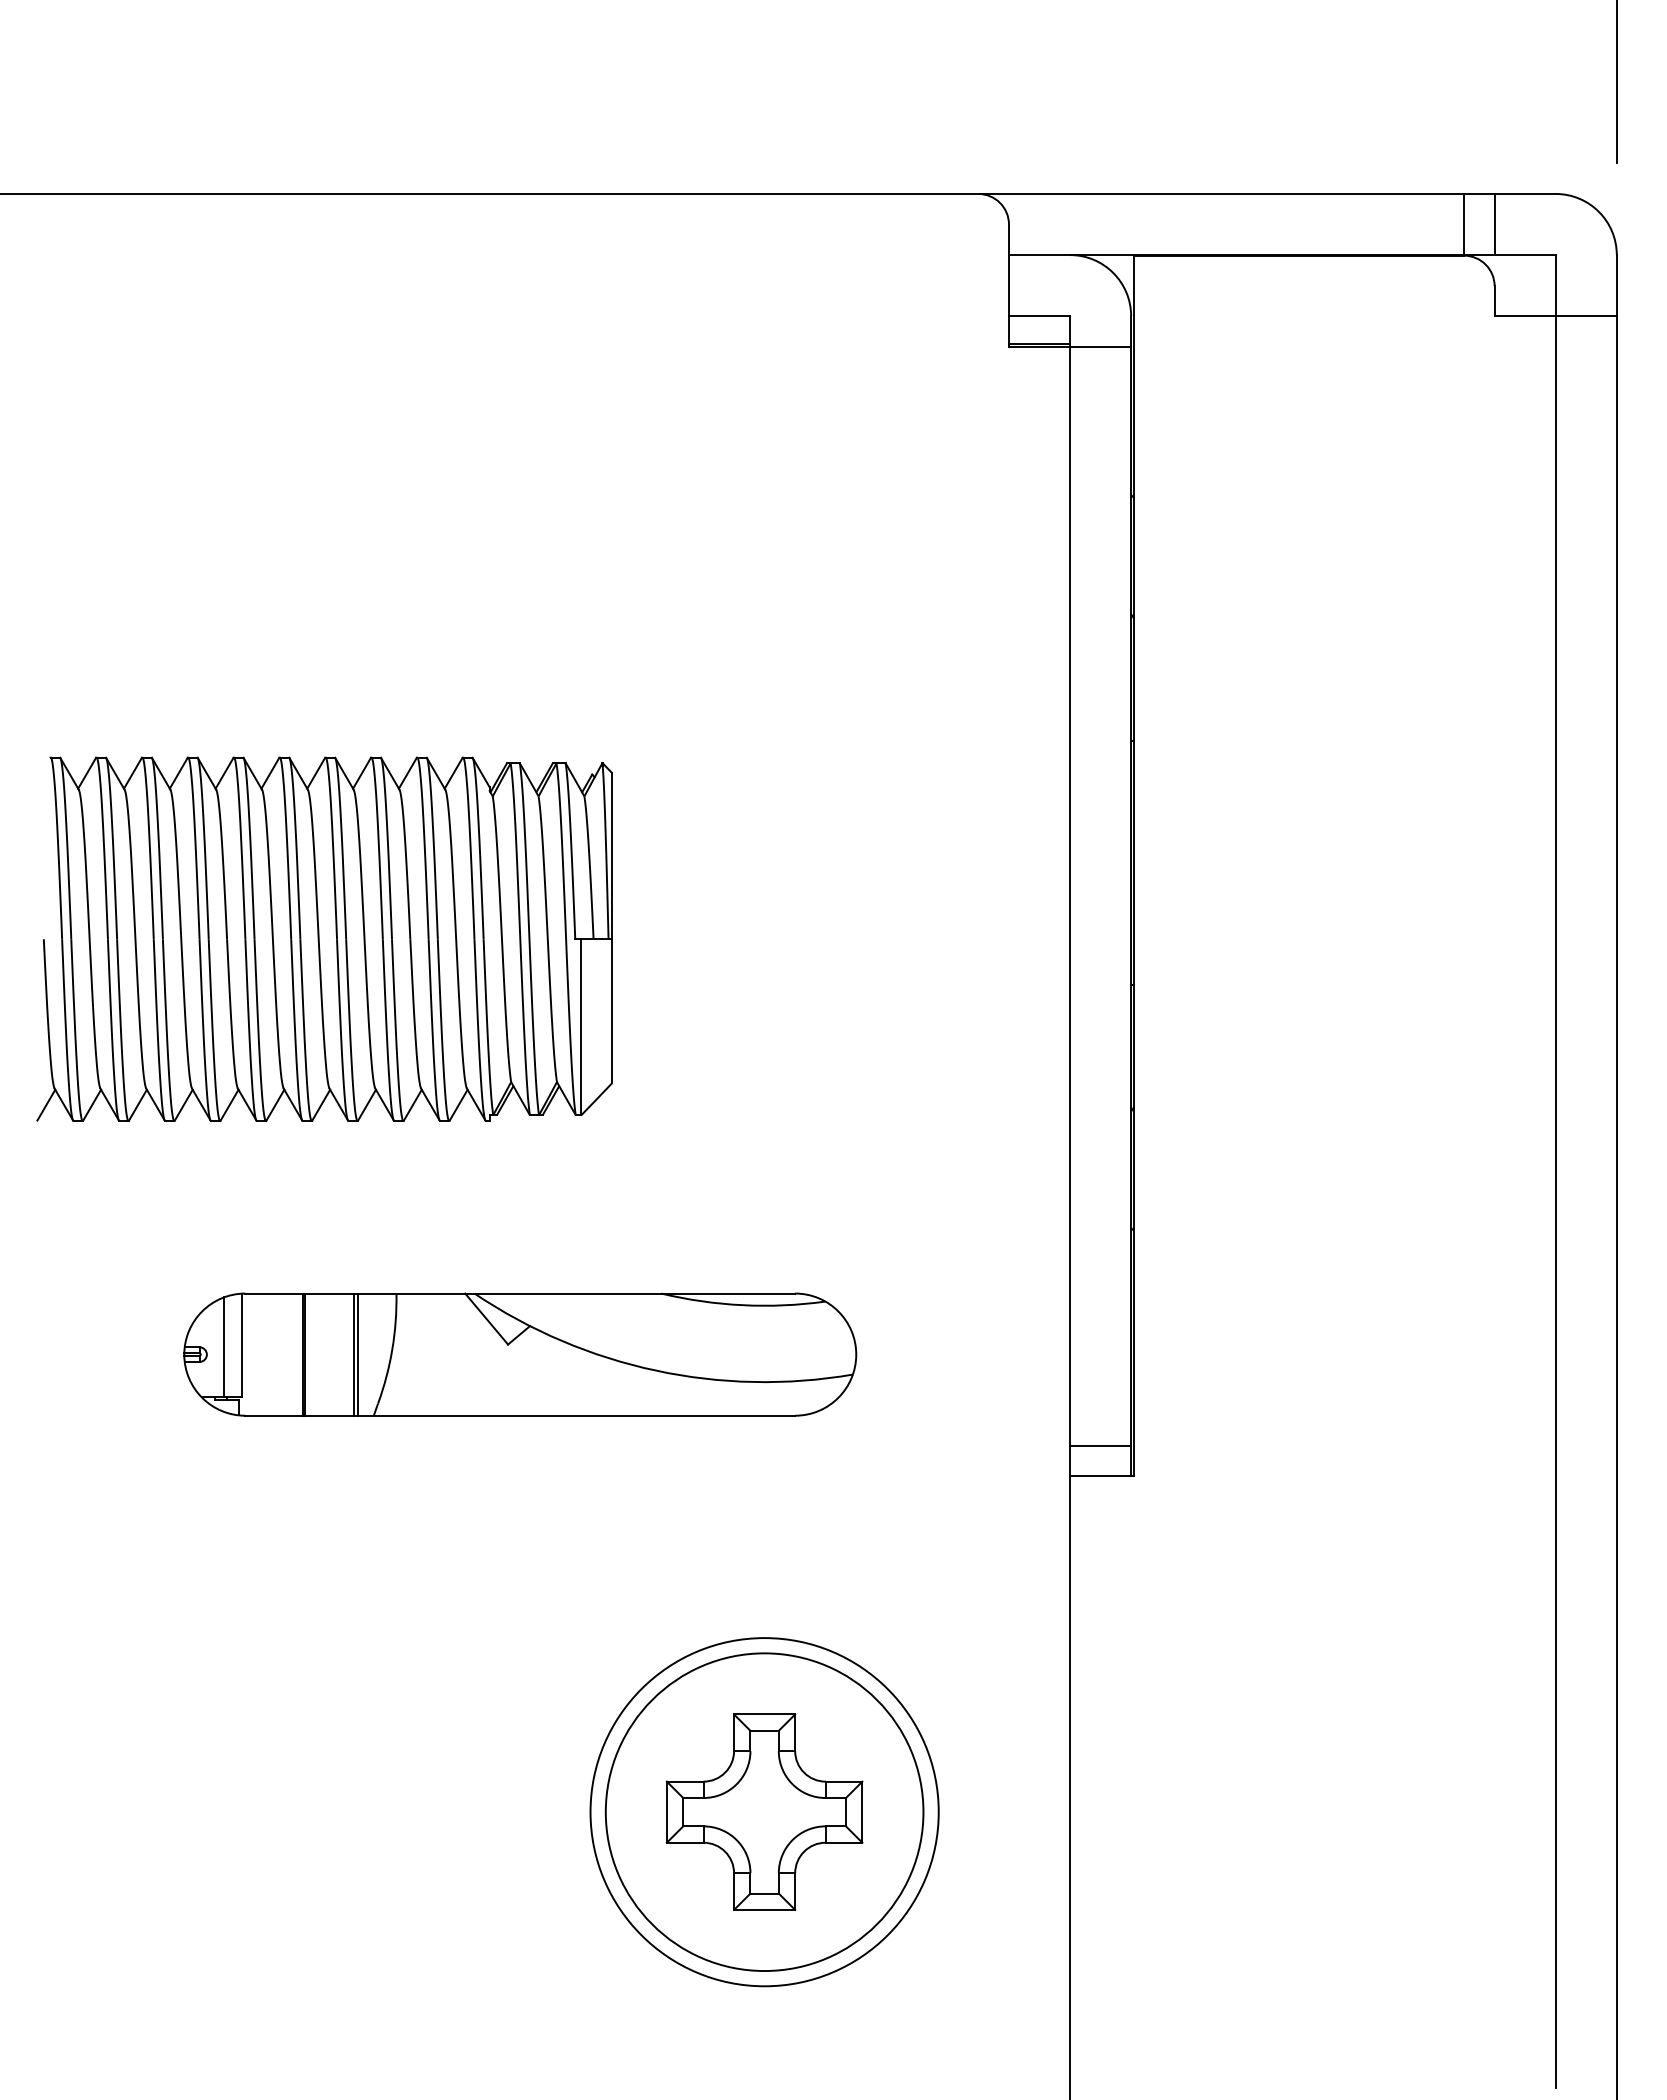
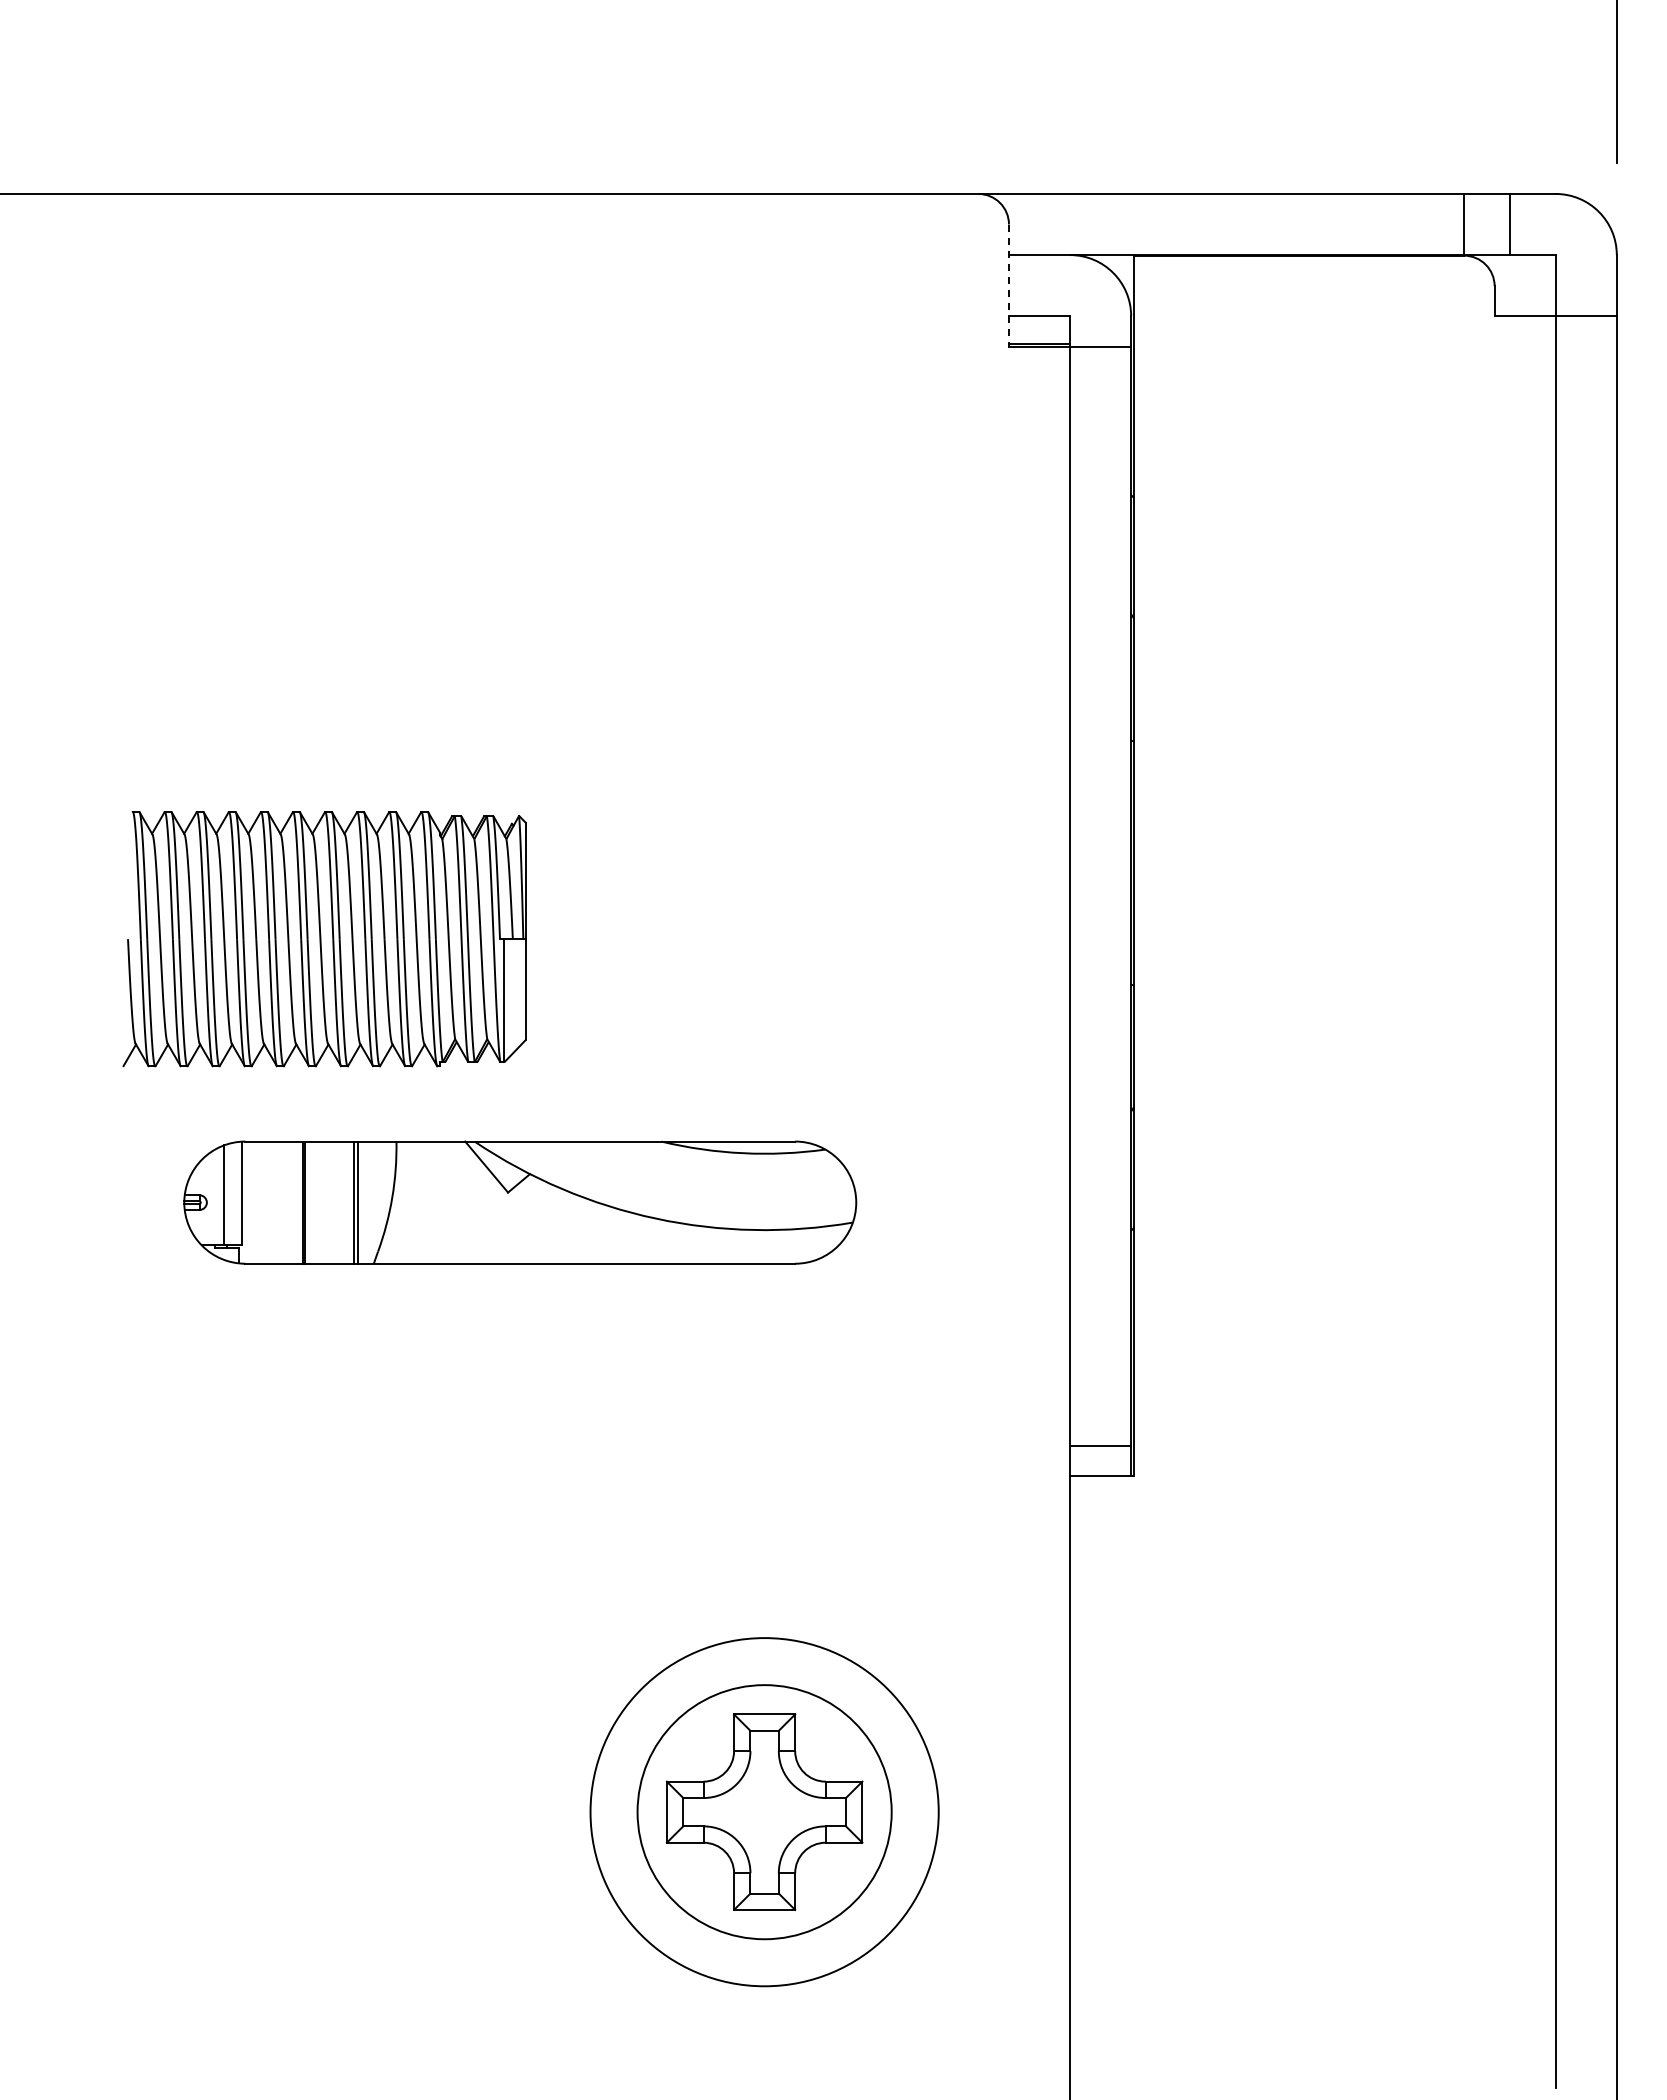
line at (1494, 224) position: (1494, 224) -> (1509, 224)
line at (1008, 286): solid -> dashed
part at (324, 938) size: 577x366 px -> 405x257 px
part at (520, 1354) position: (520, 1354) -> (520, 1202)
circle at (764, 1812) diameter: 318 px -> 254 px
